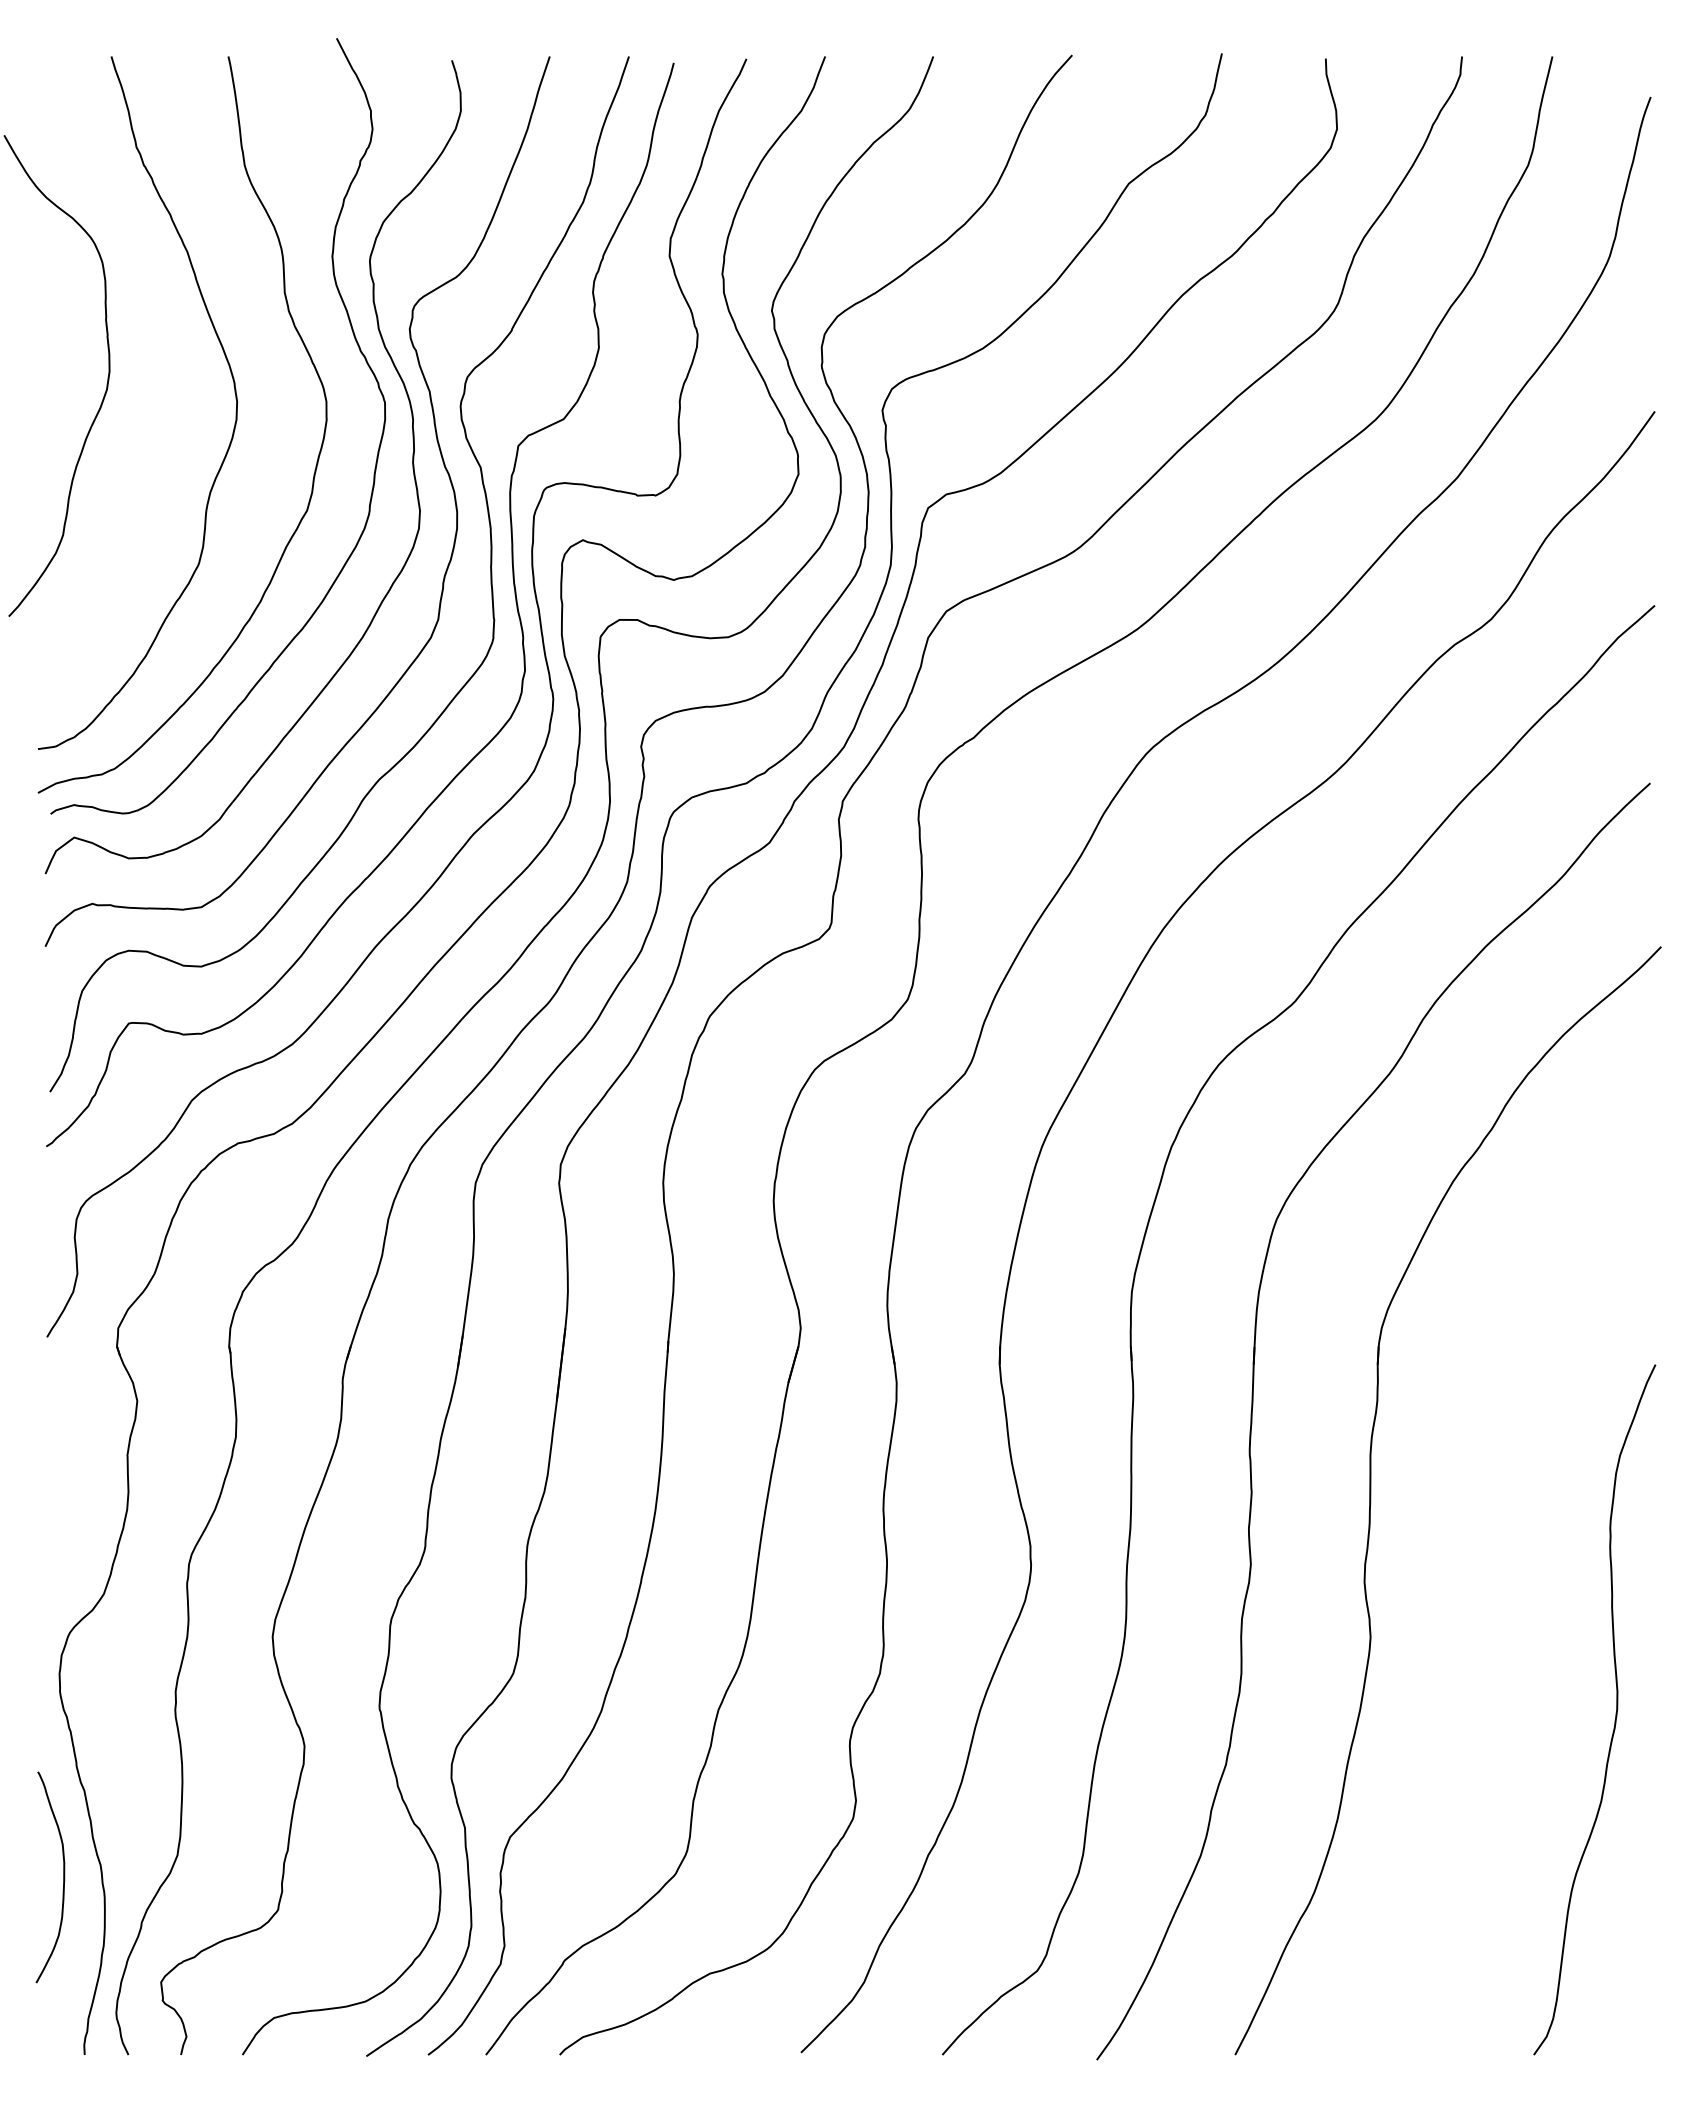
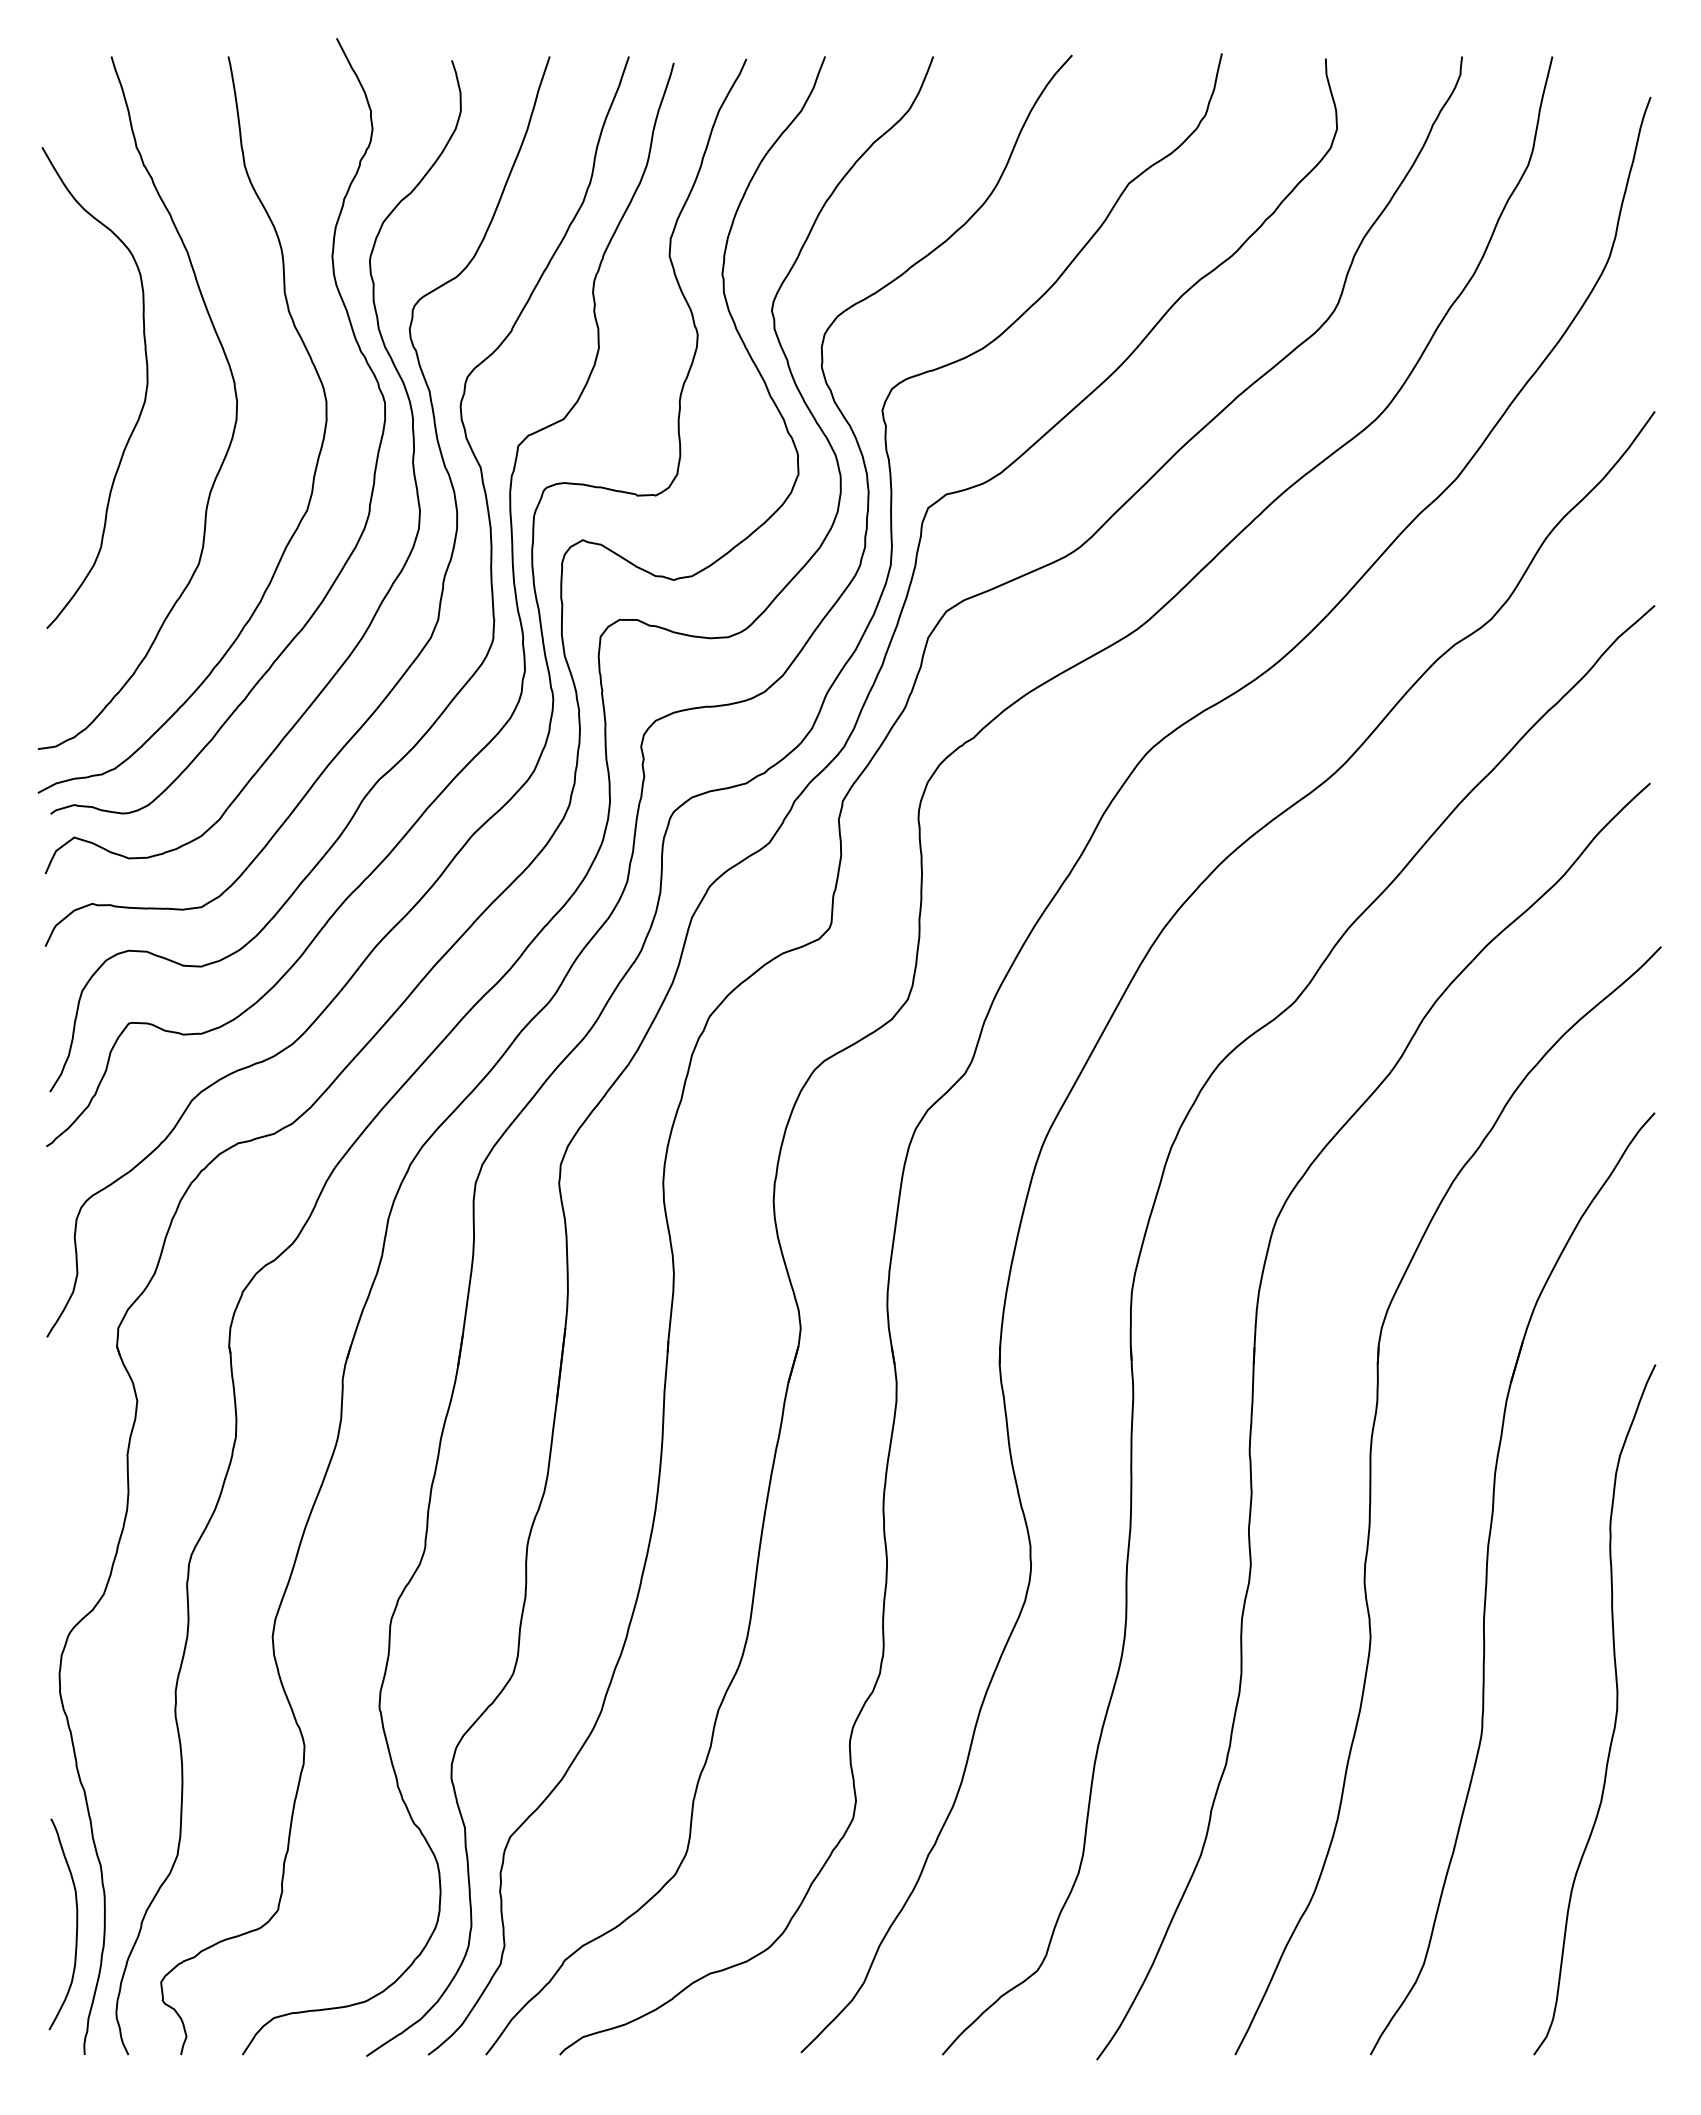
curve at (106, 384) position: (106, 384) -> (144, 396)
part at (1487, 1583): none -> present
curve at (63, 1877) position: (63, 1877) -> (76, 1924)
